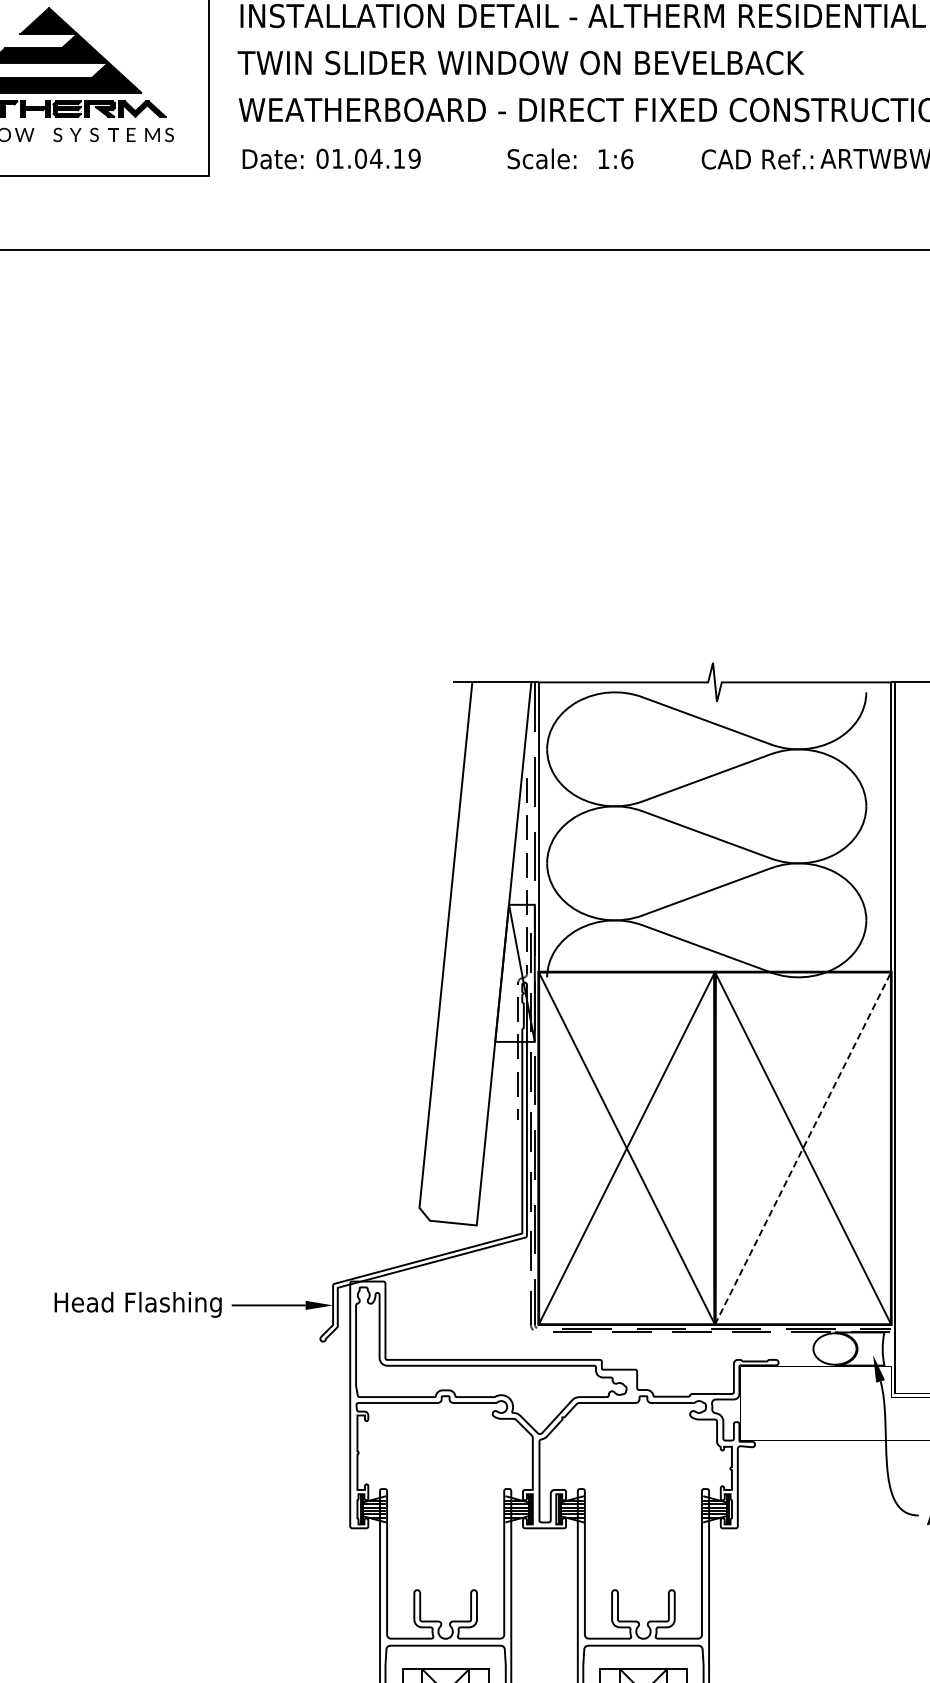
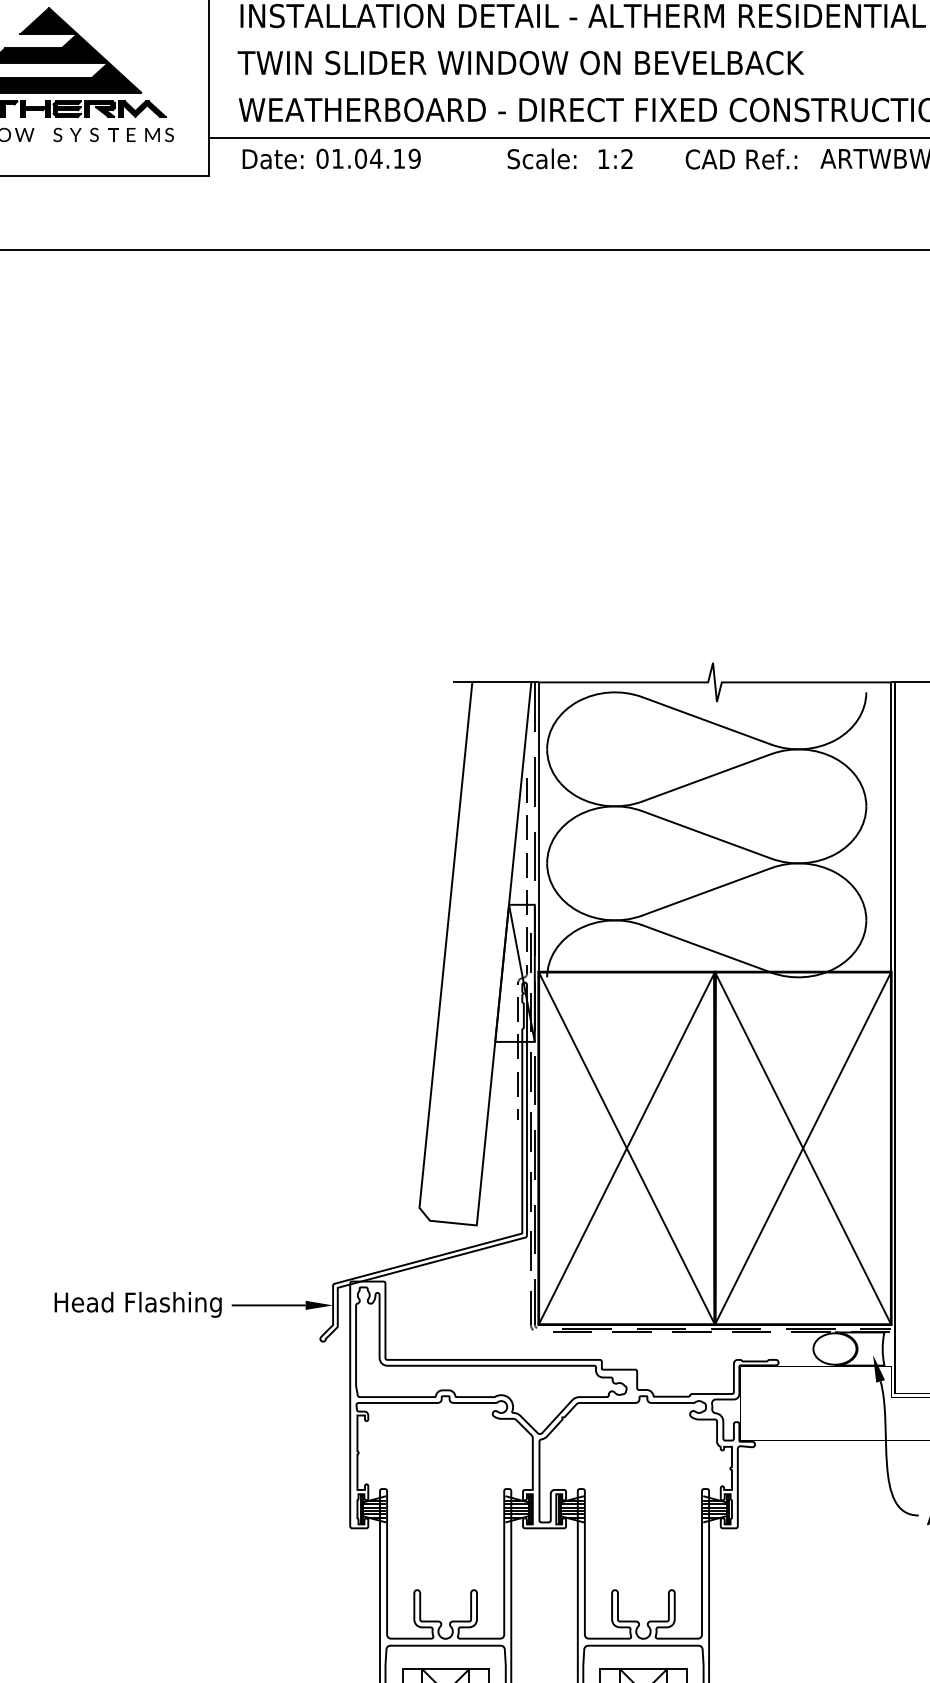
line at (567, 137): none -> present
text at (757, 158) position: (757, 158) -> (741, 158)
text at (627, 159): 1:6 -> 1:2
line at (803, 1147): dashed -> solid
